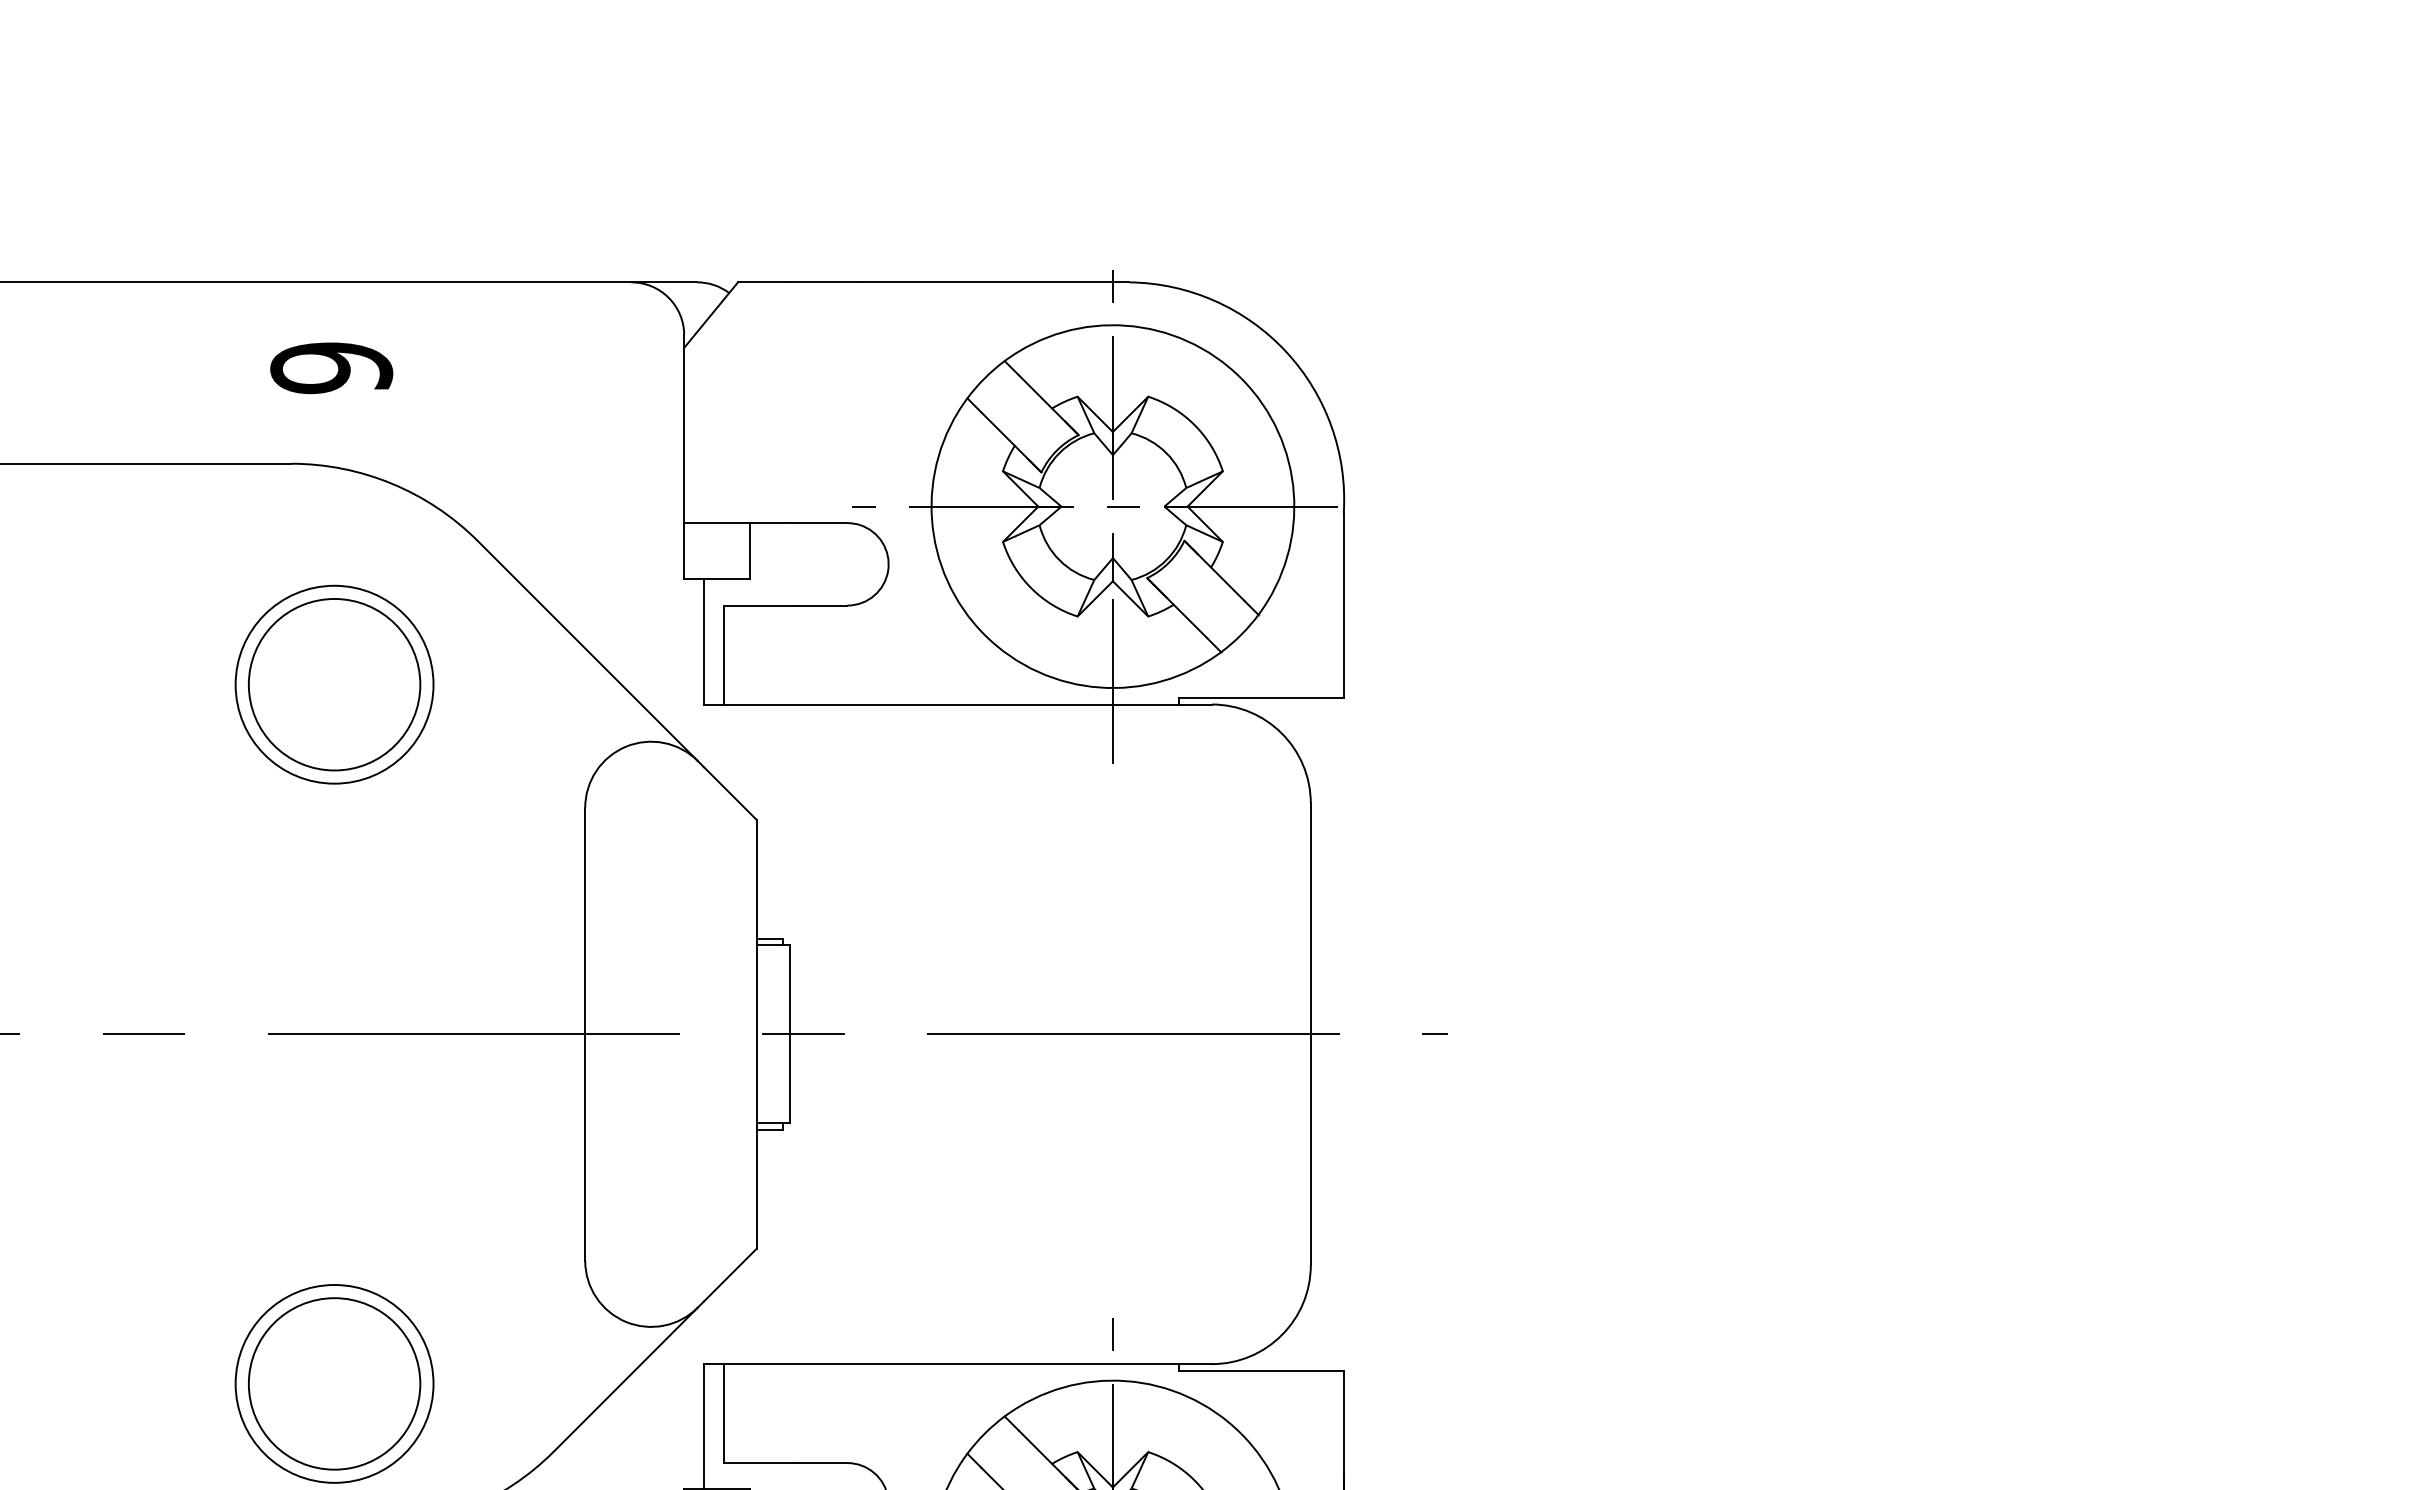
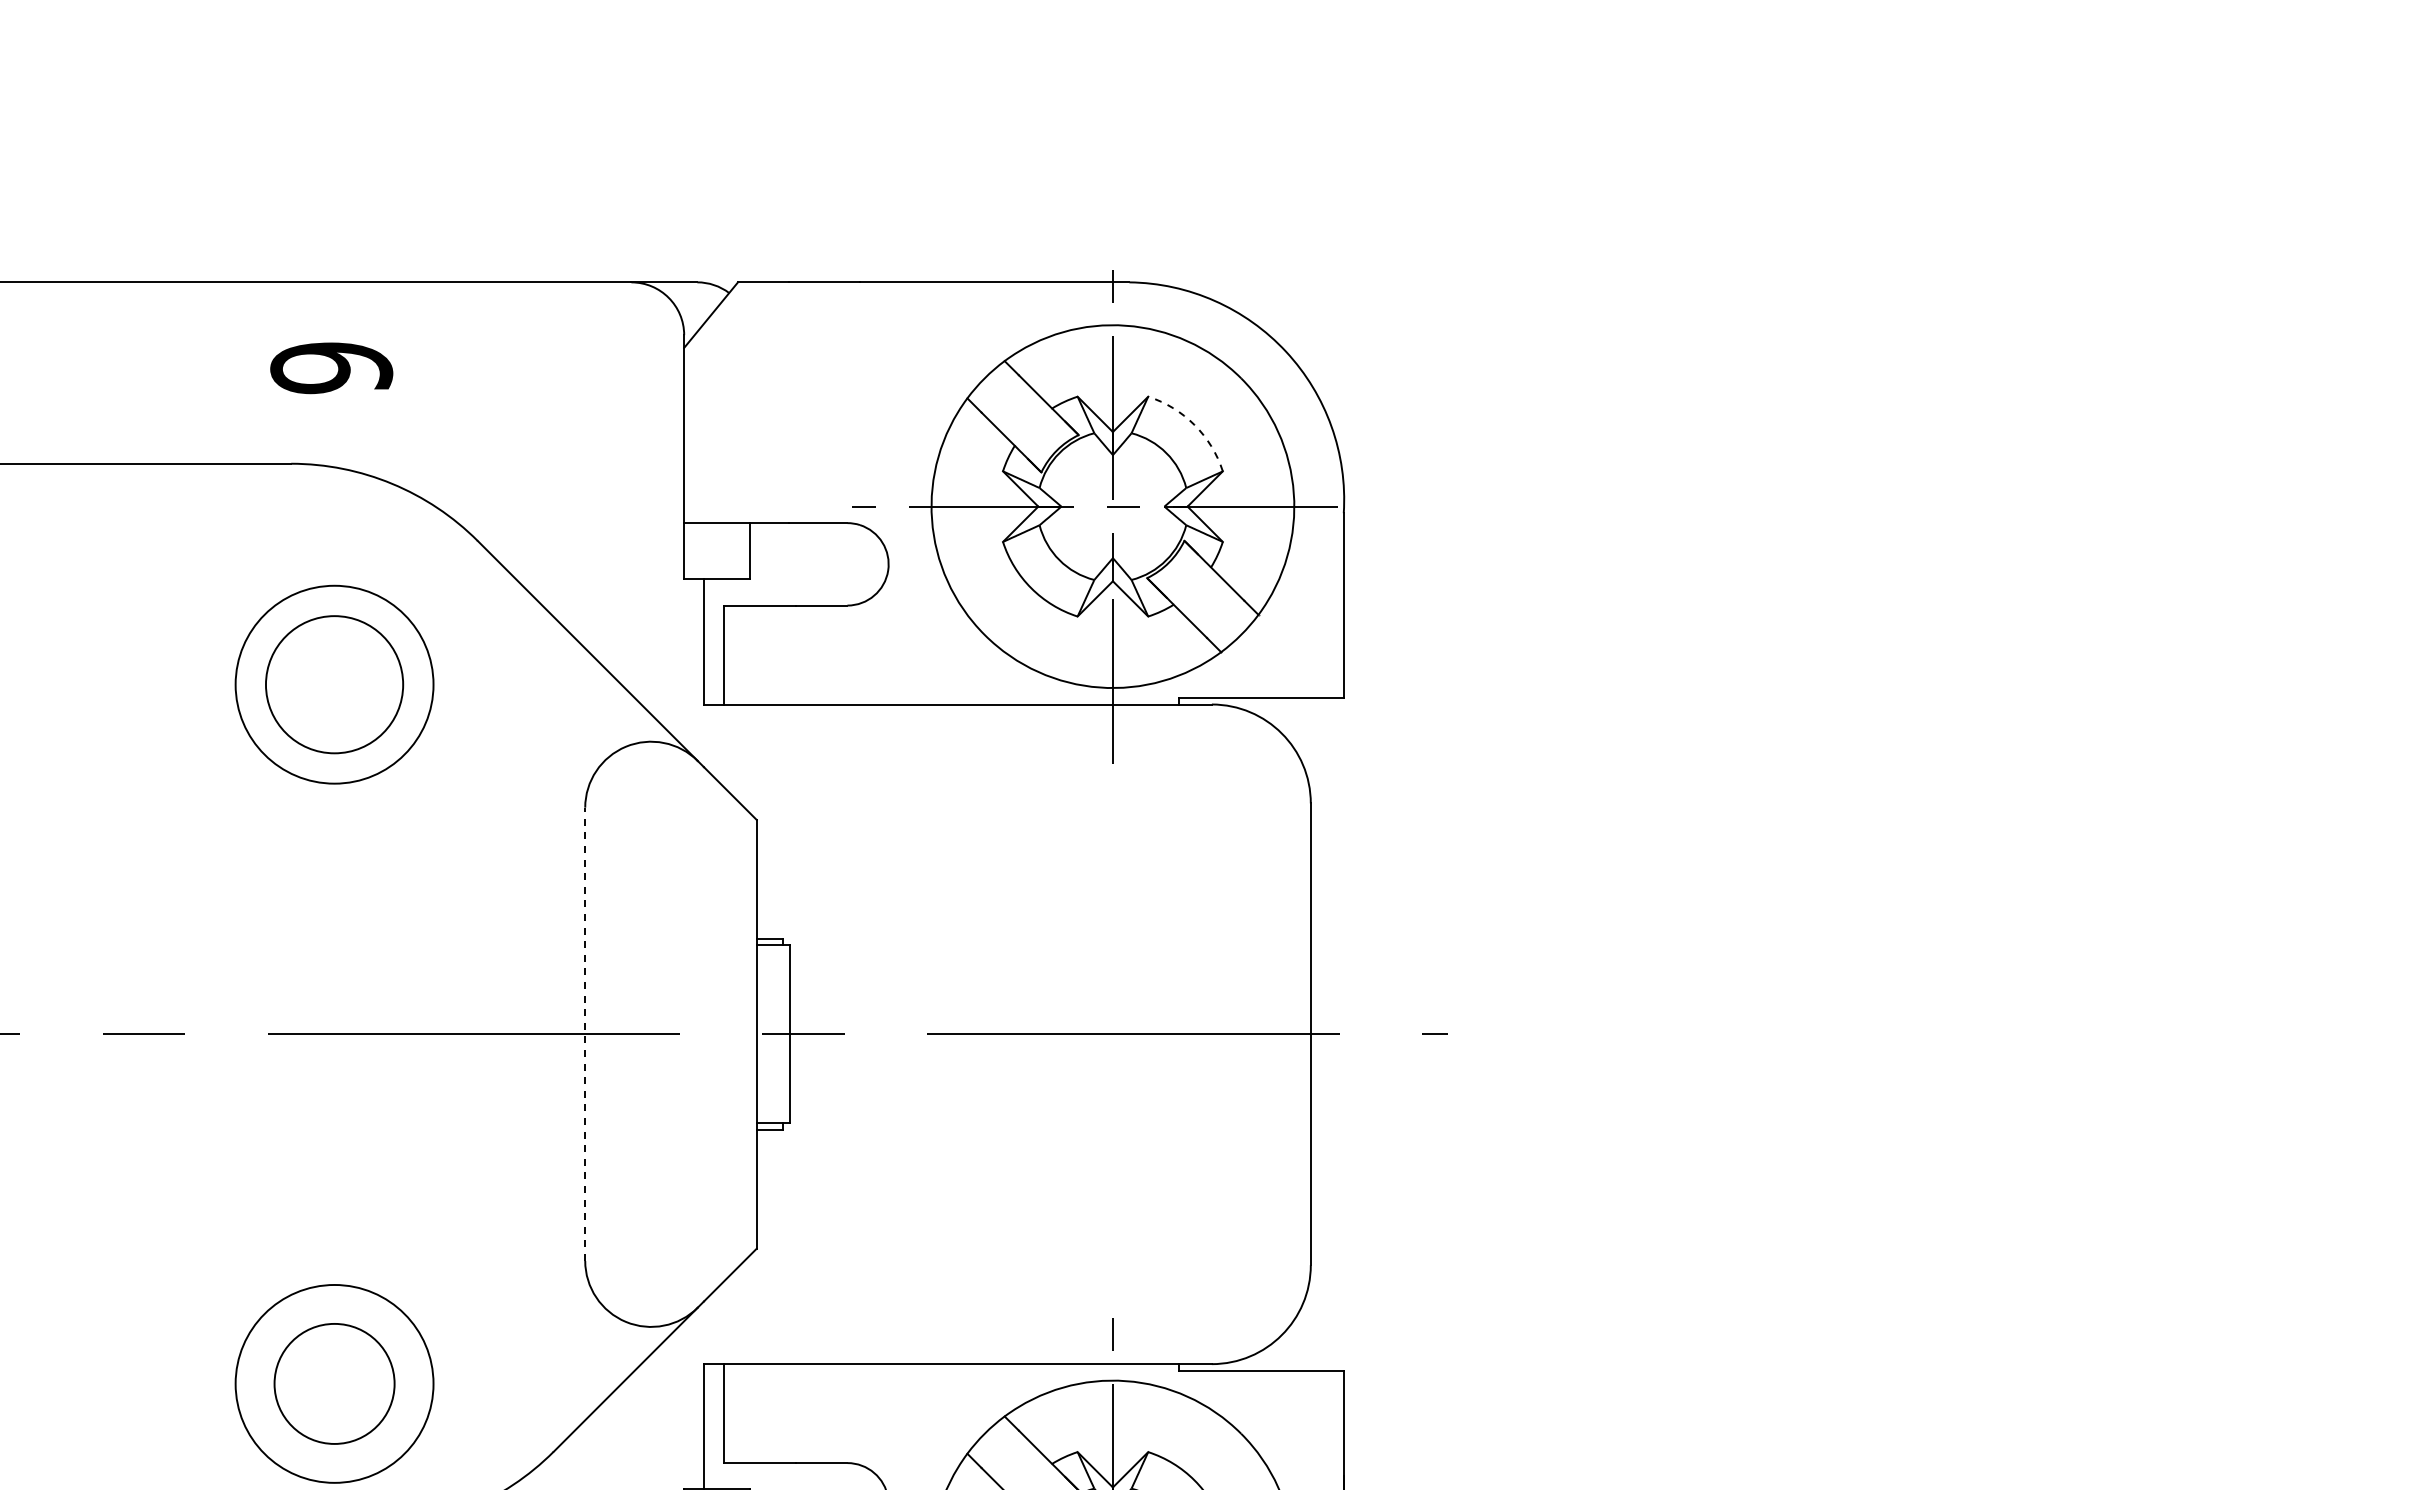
arc at (1194, 425): solid -> dashed
circle at (334, 684) diameter: 172 px -> 137 px
line at (585, 1034): solid -> dashed
circle at (334, 1383) diameter: 172 px -> 120 px
